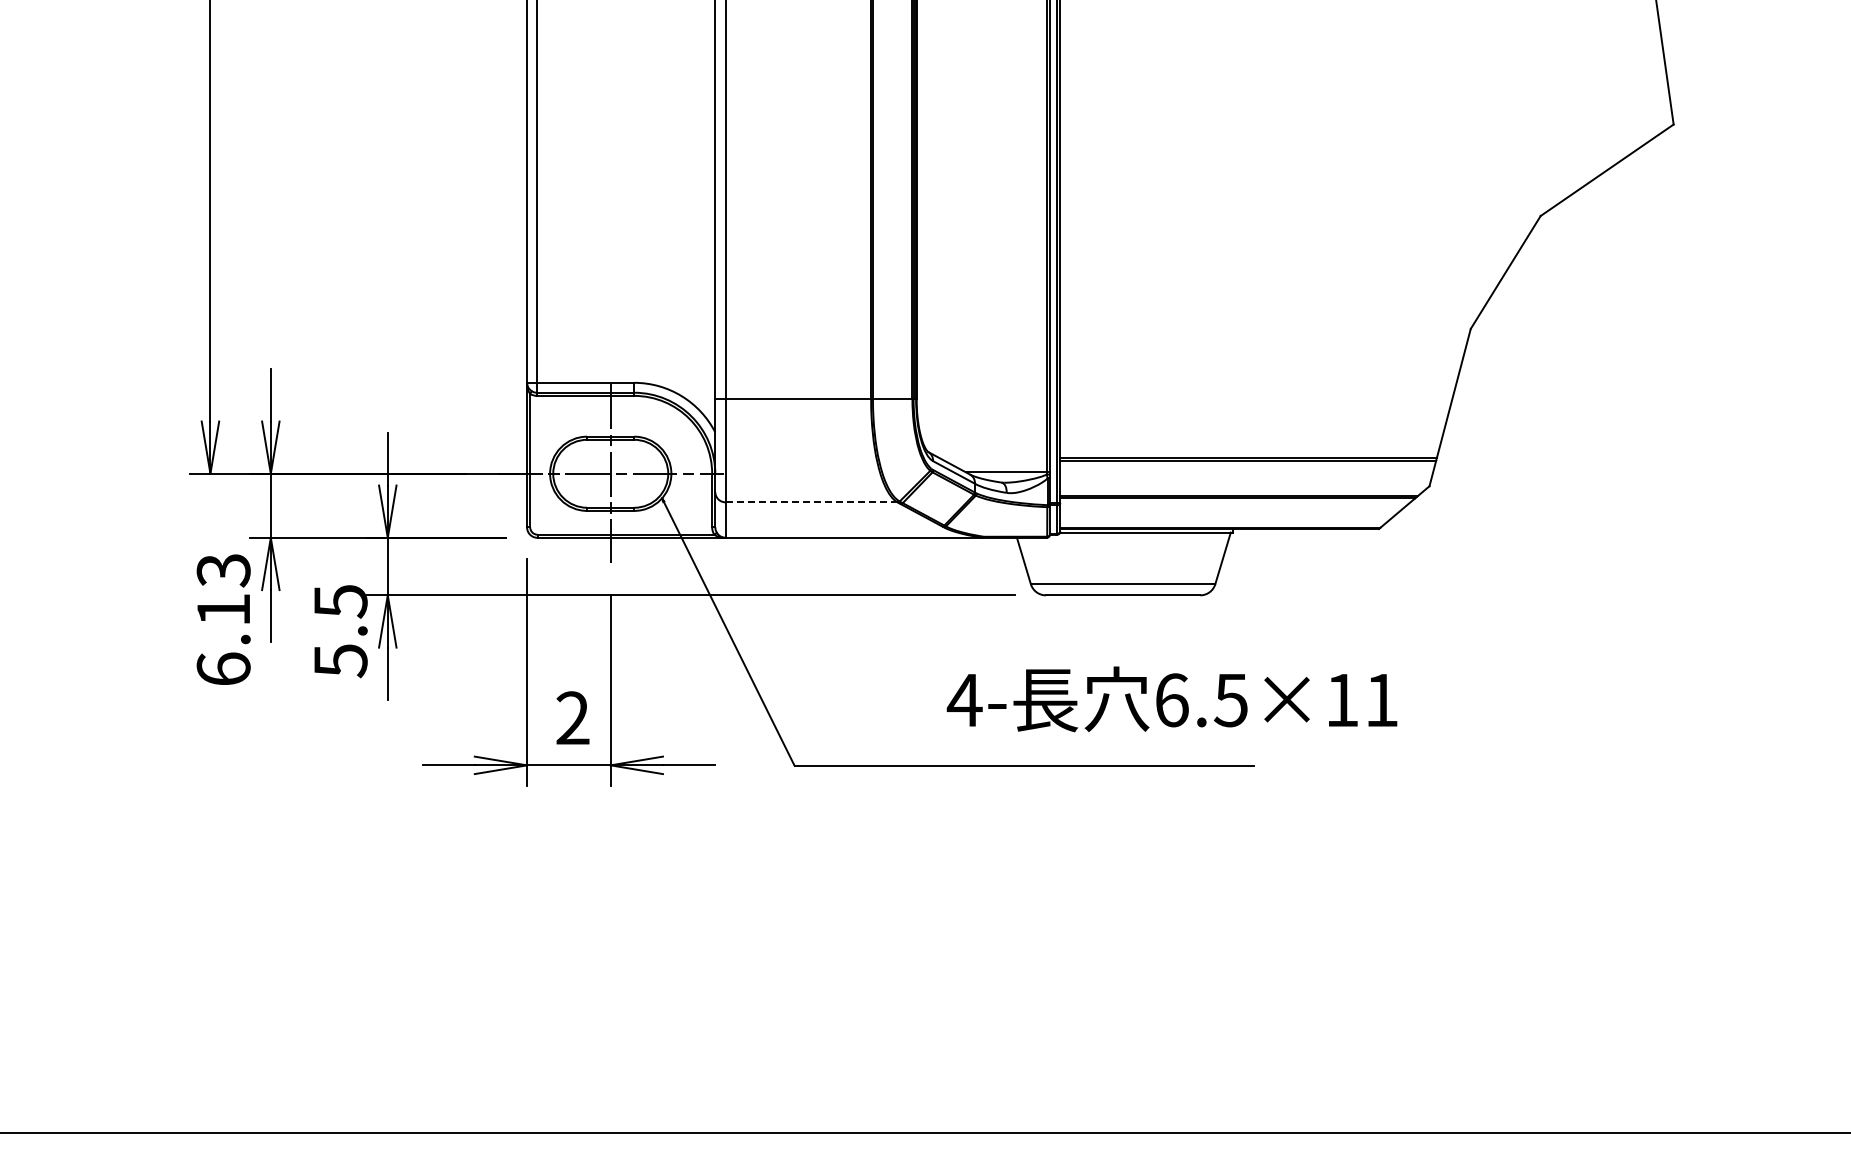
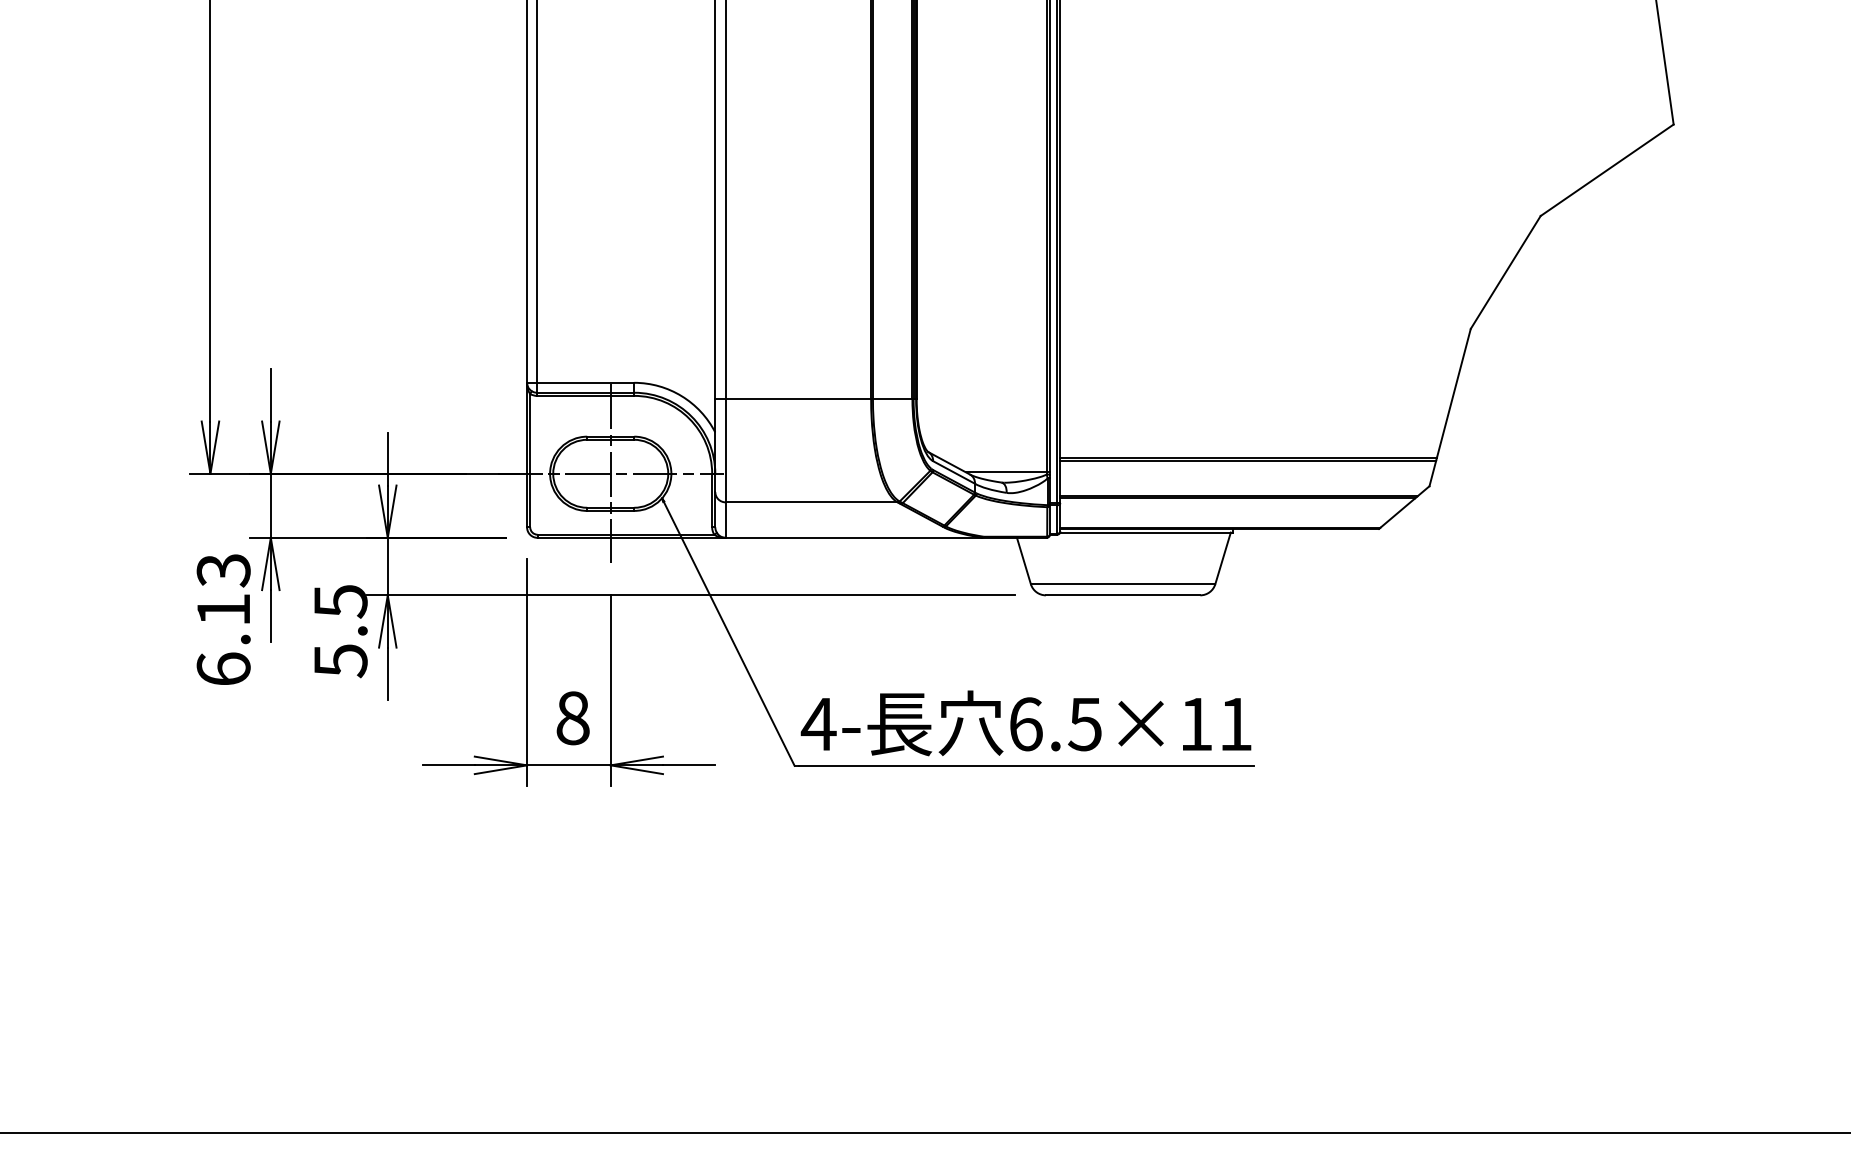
line at (811, 502): dashed -> solid
text at (1171, 699) position: (1171, 699) -> (1025, 723)
text at (572, 718): 2 -> 8
